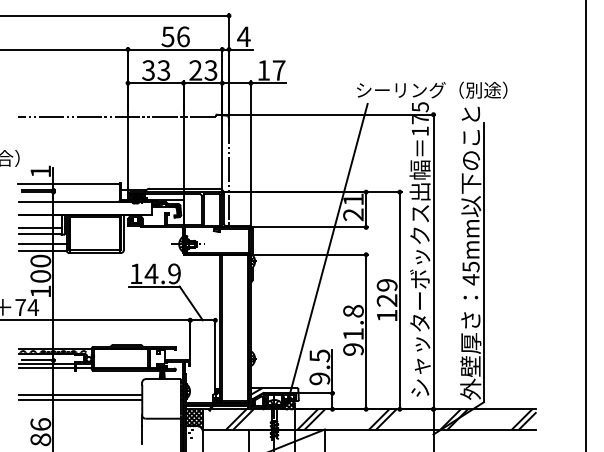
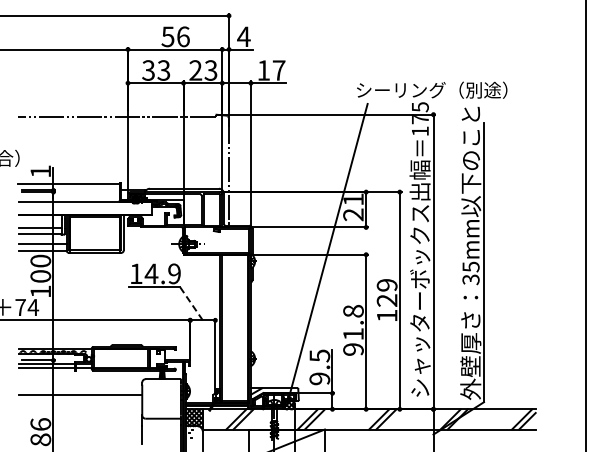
text at (470, 279): 45mm -> 35mm
line at (190, 303): solid -> dashed
line at (80, 400): present -> none
